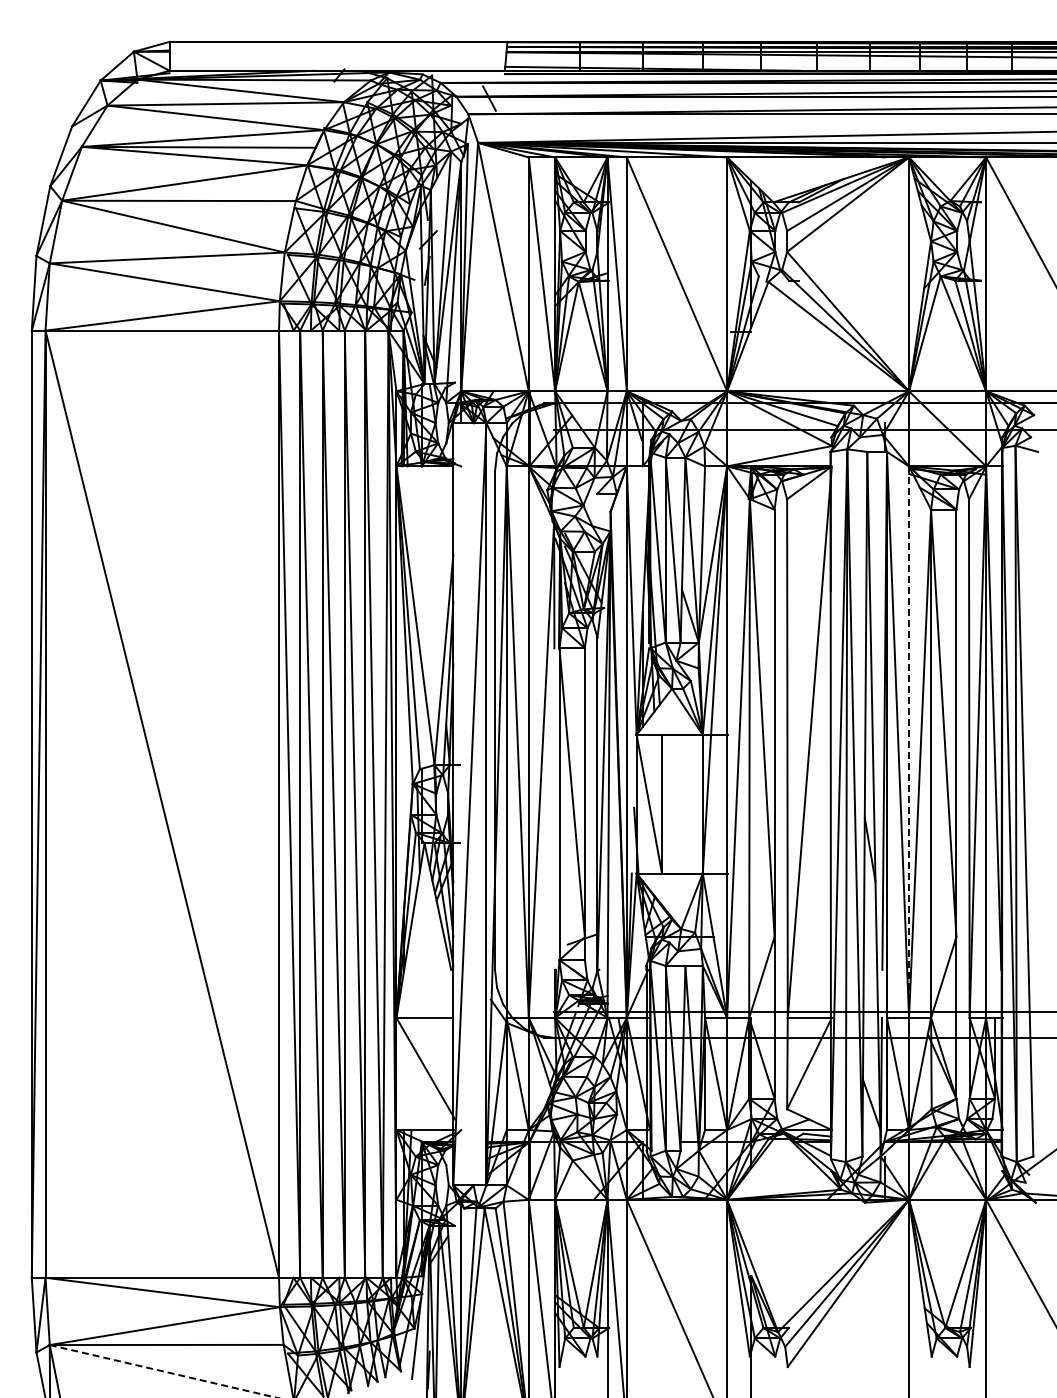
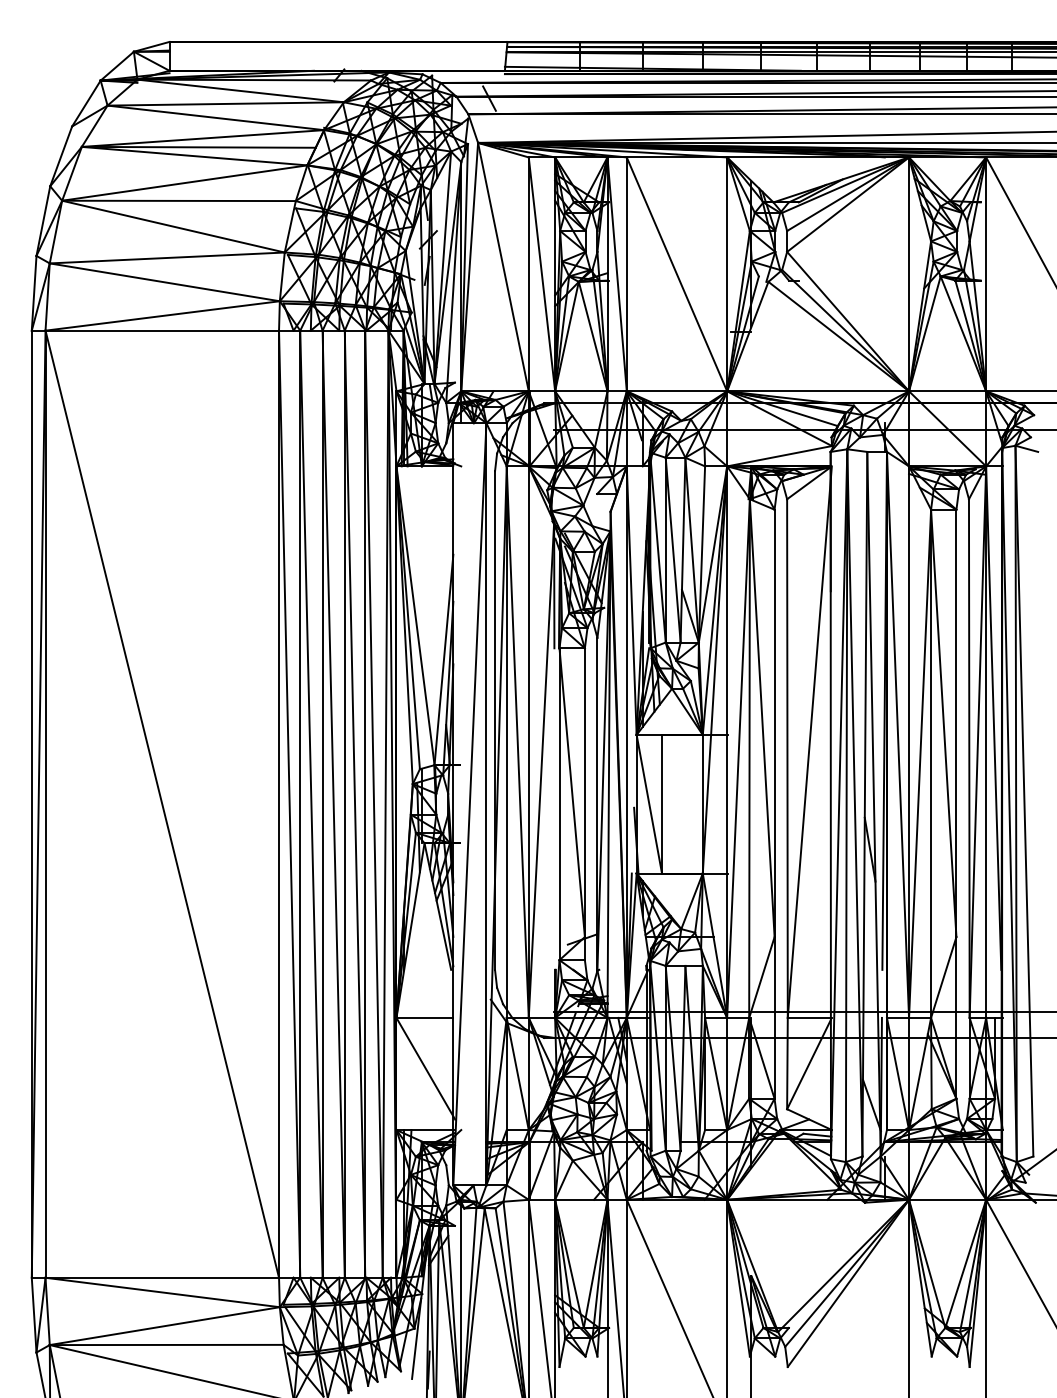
line at (909, 742): dashed -> solid
line at (163, 1371): dashed -> solid
